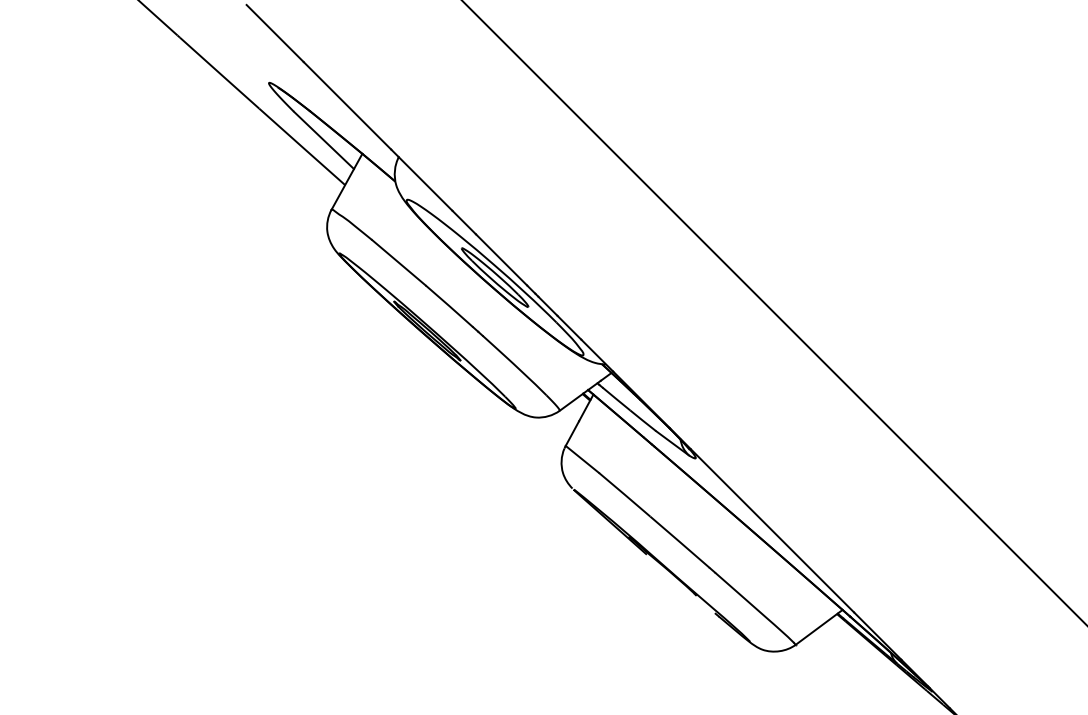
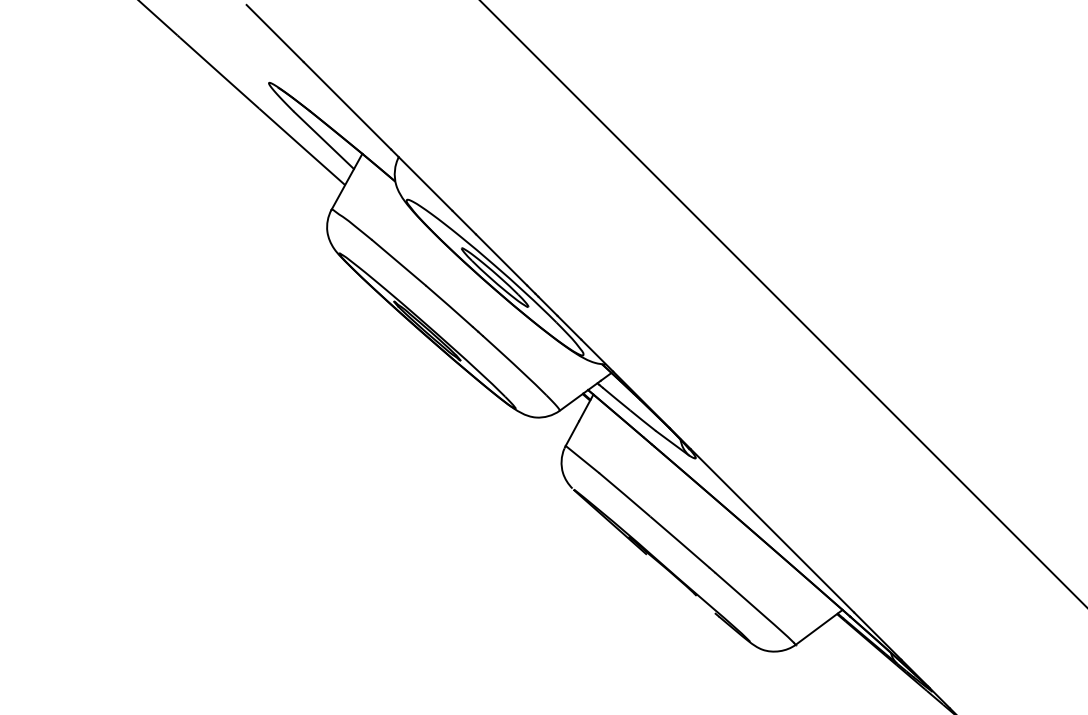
line at (773, 312) position: (773, 312) -> (782, 303)
